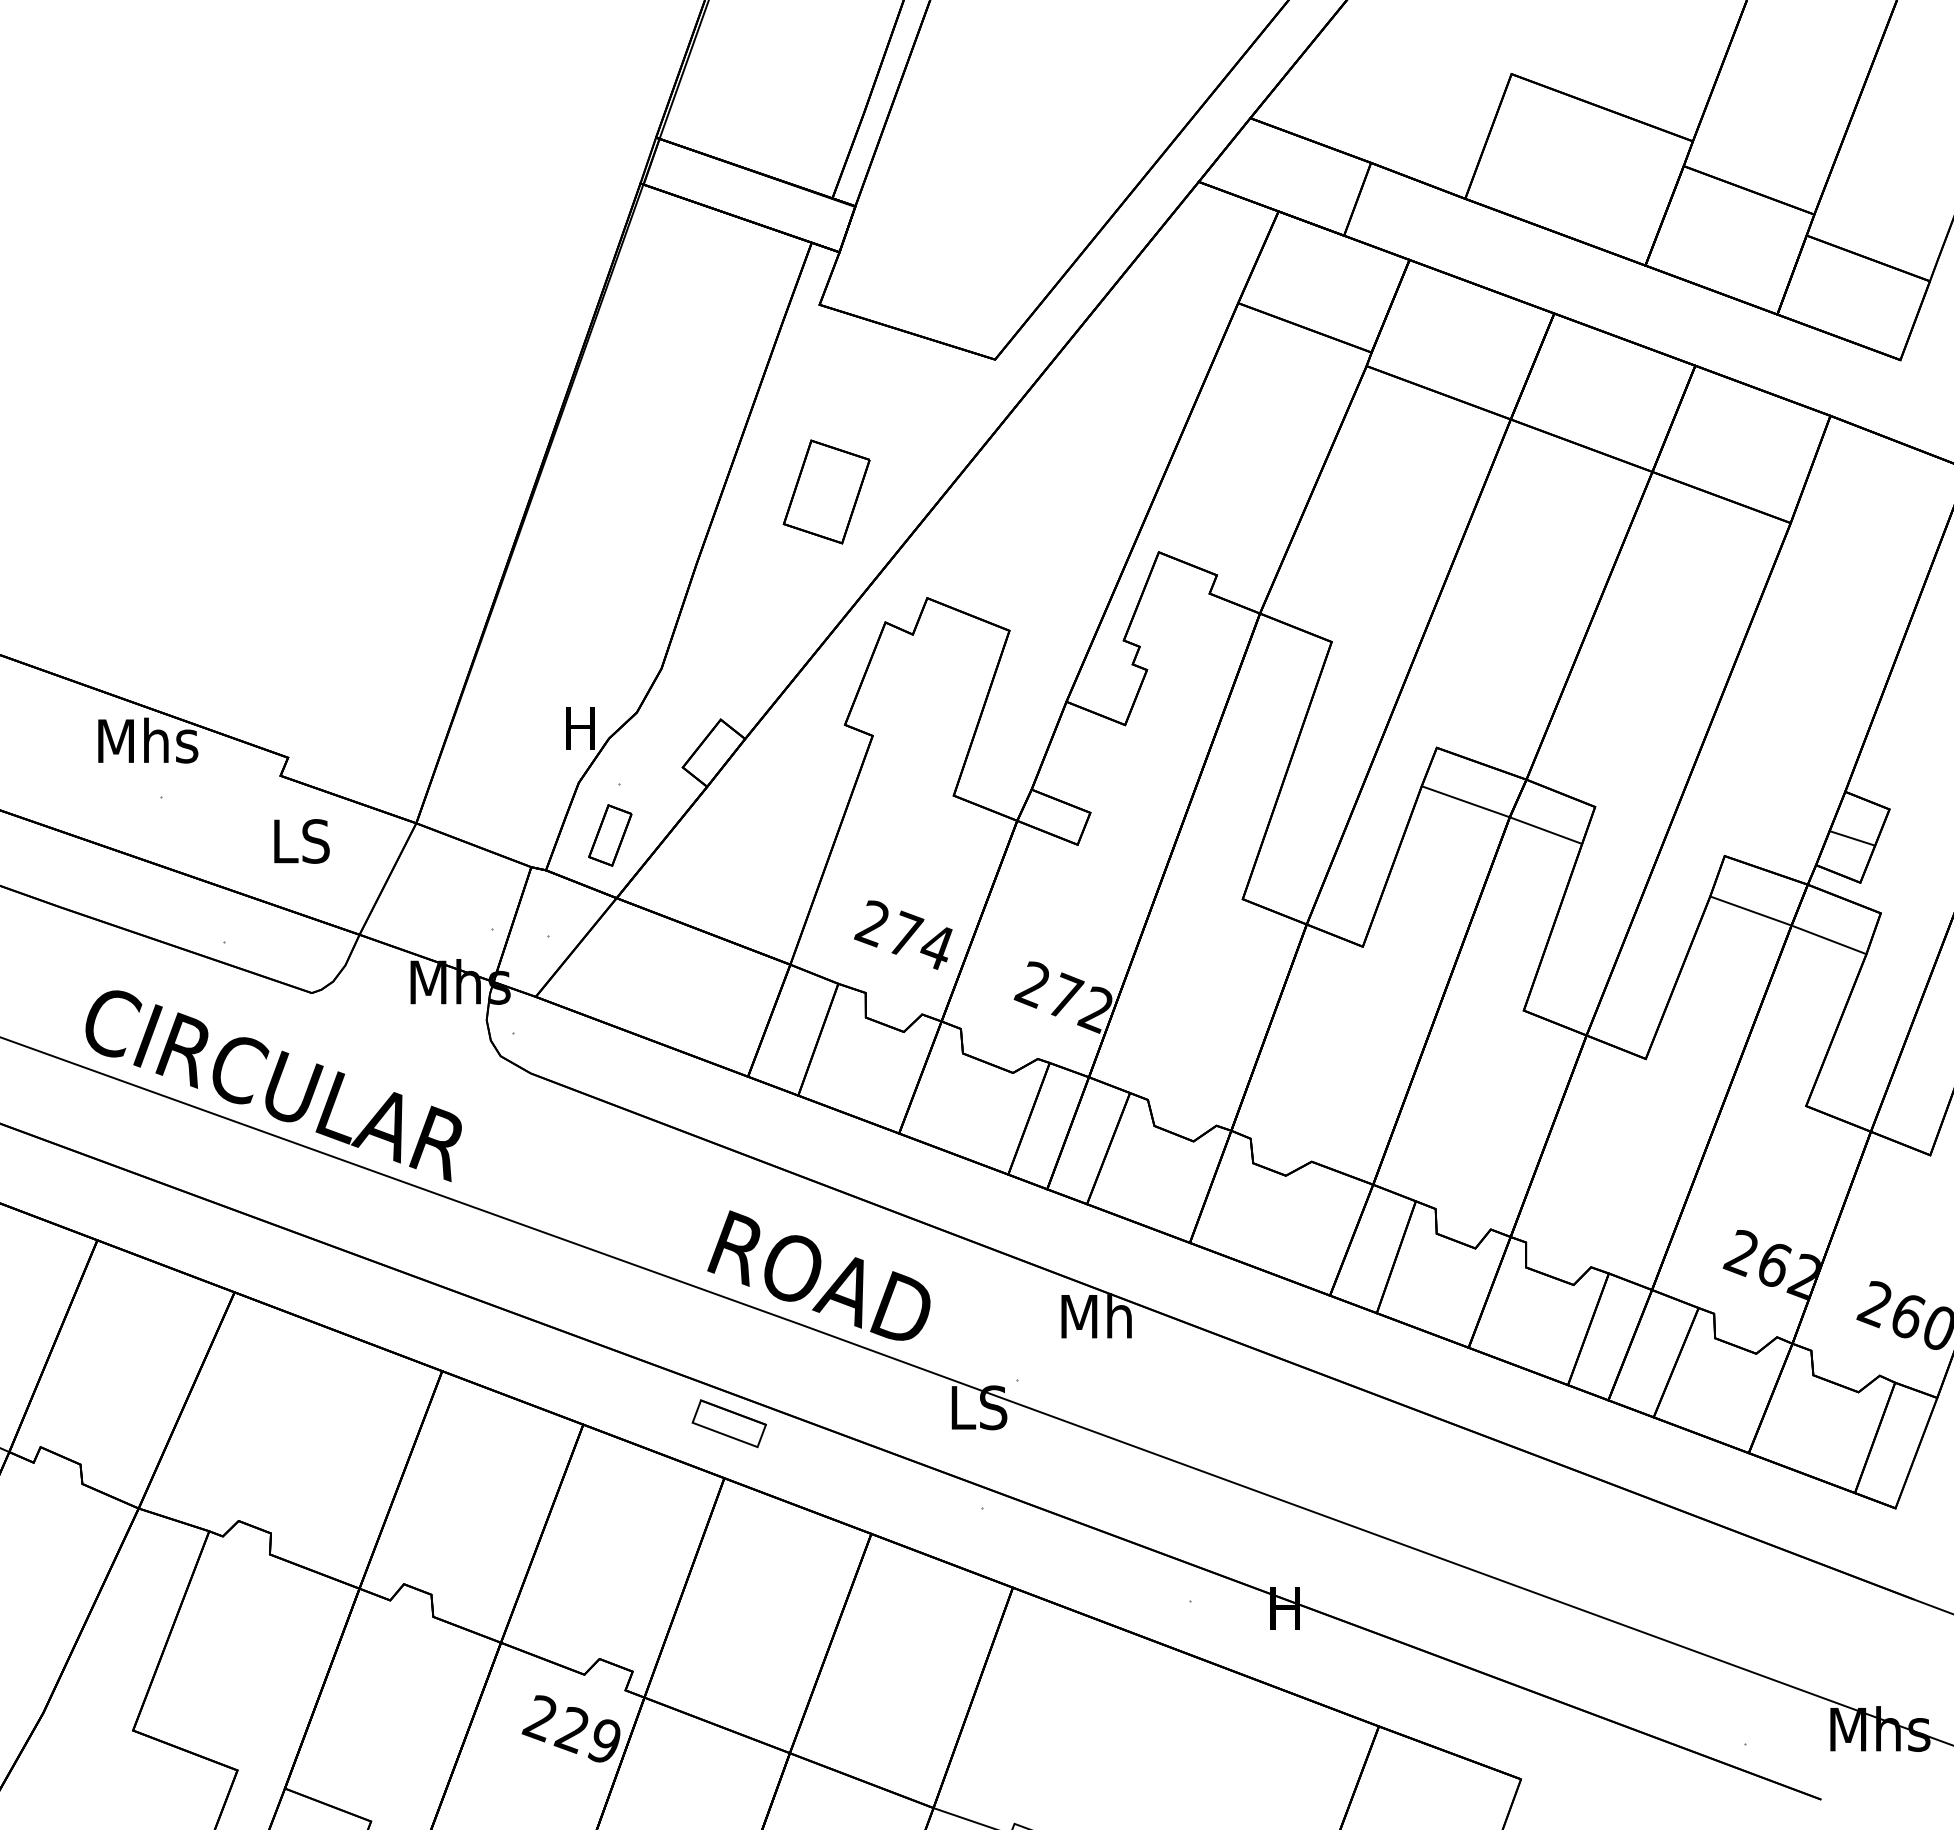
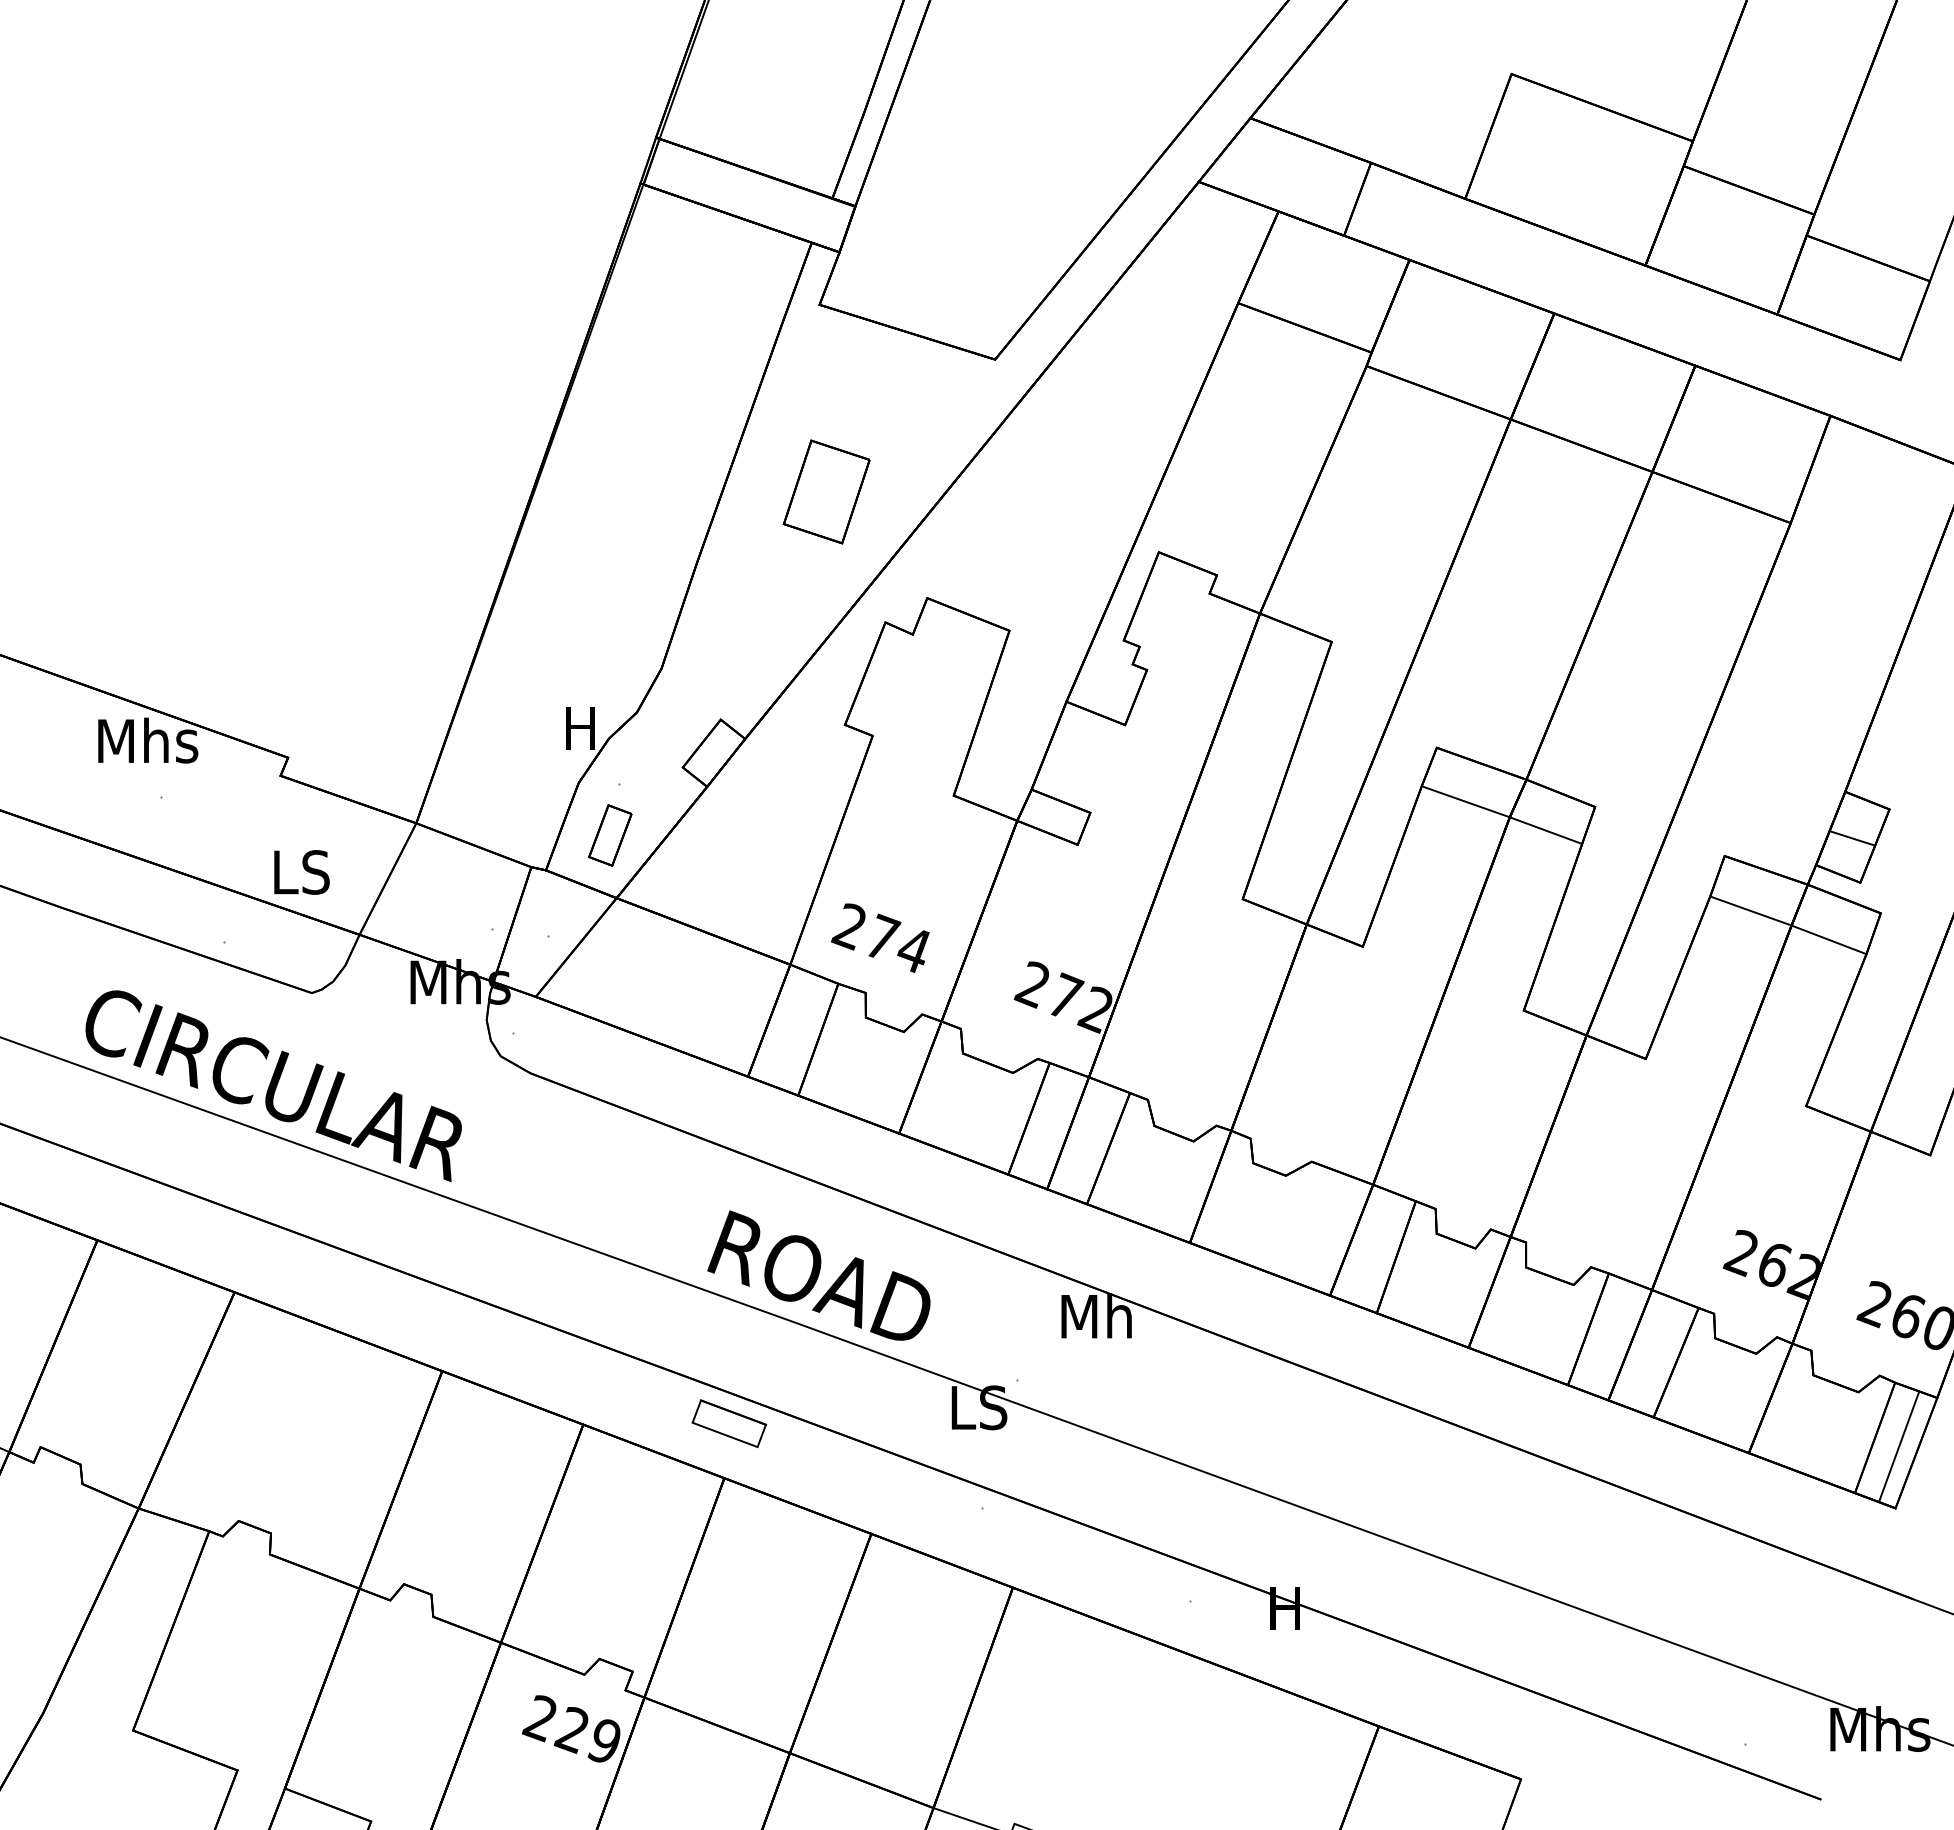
text at (301, 841) position: (301, 841) -> (301, 872)
text at (903, 934) position: (903, 934) -> (880, 937)
line at (1874, 1437) position: (1874, 1437) -> (1898, 1446)
